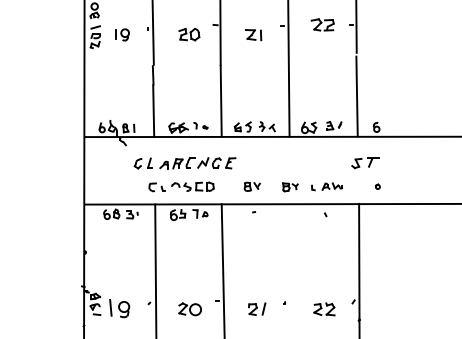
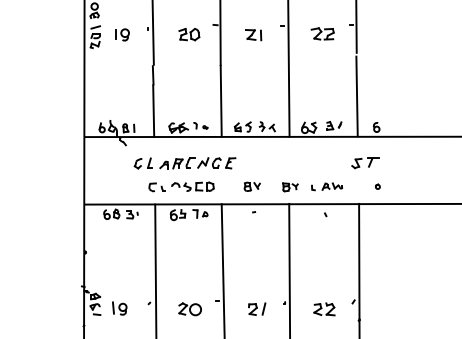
part at (322, 24) position: (322, 24) -> (322, 33)
line at (289, 269): none -> present
part at (119, 308) size: 22x20 px -> 16x15 px
